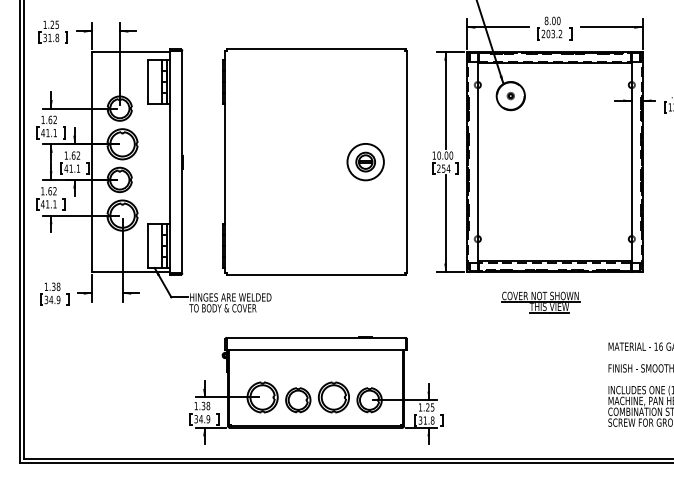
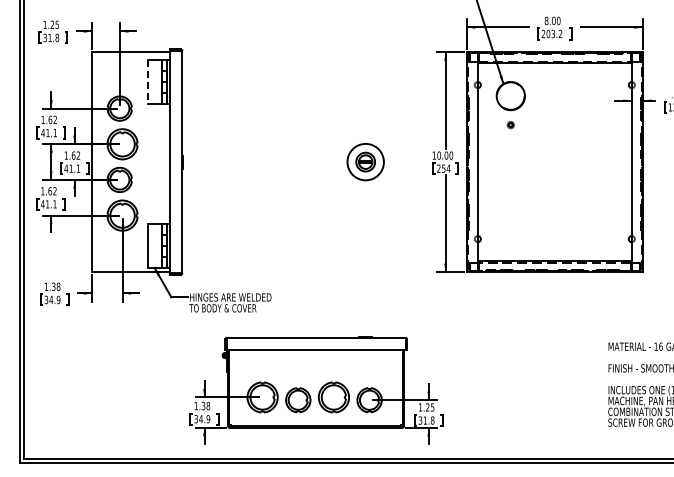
line at (148, 82): solid -> dashed
part at (510, 96) position: (510, 96) -> (510, 125)
part at (314, 161): present -> none
part at (540, 302): present -> none
